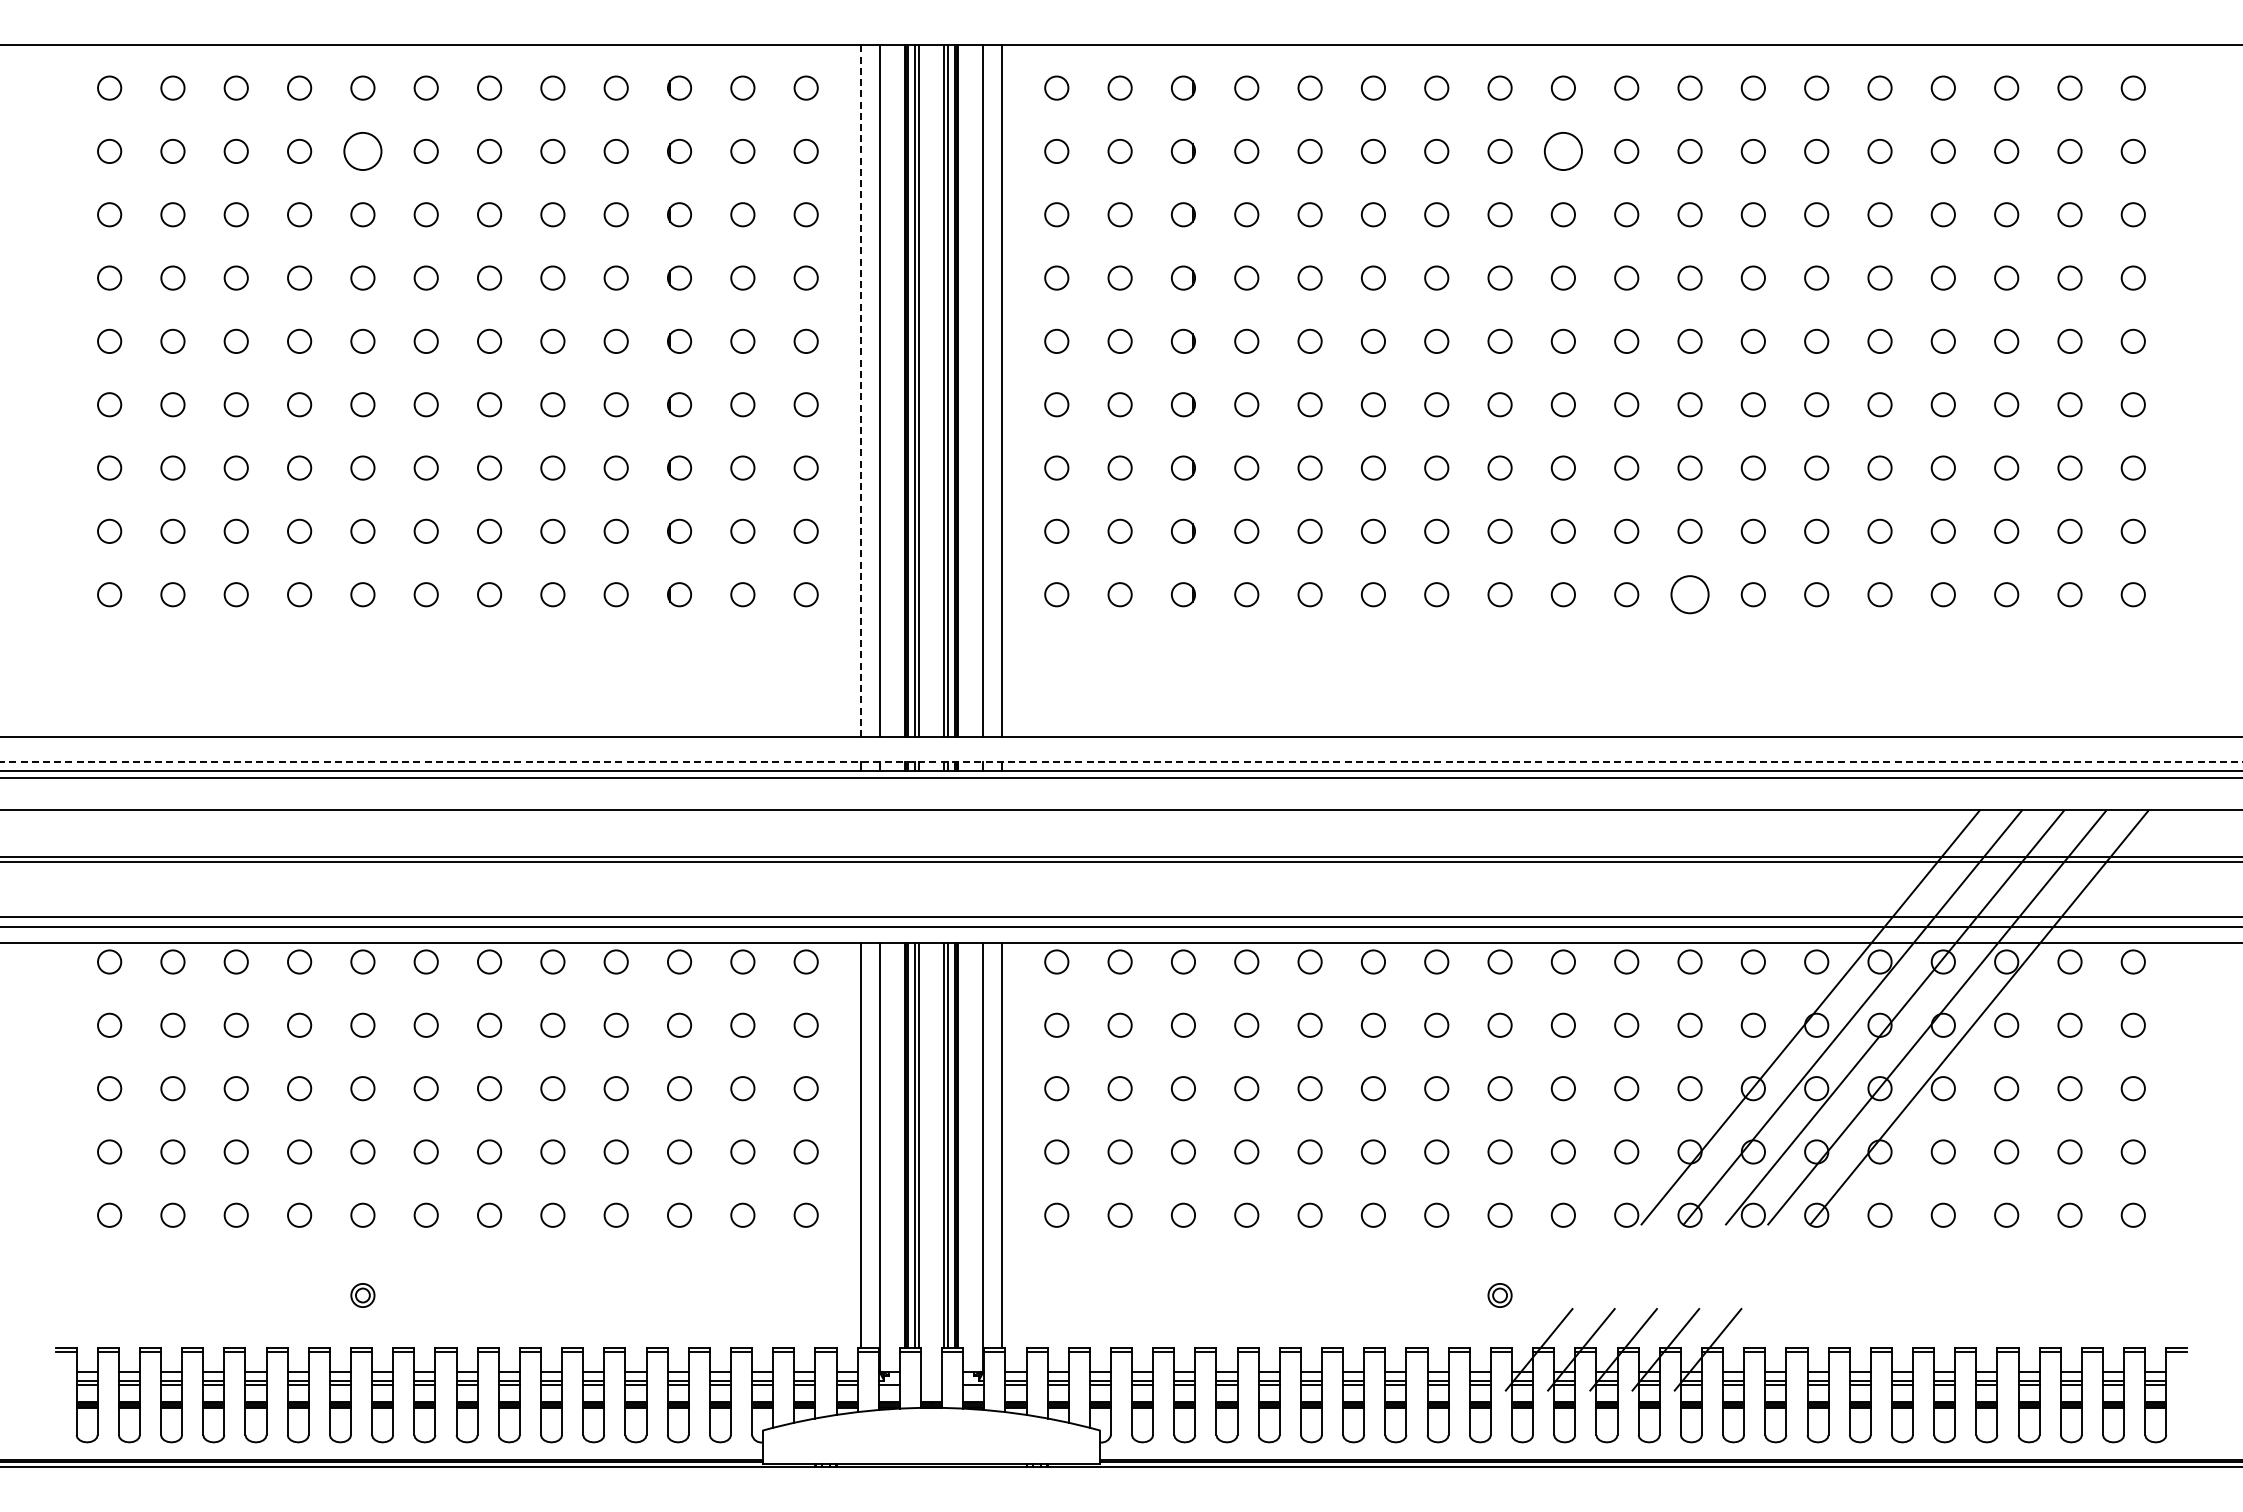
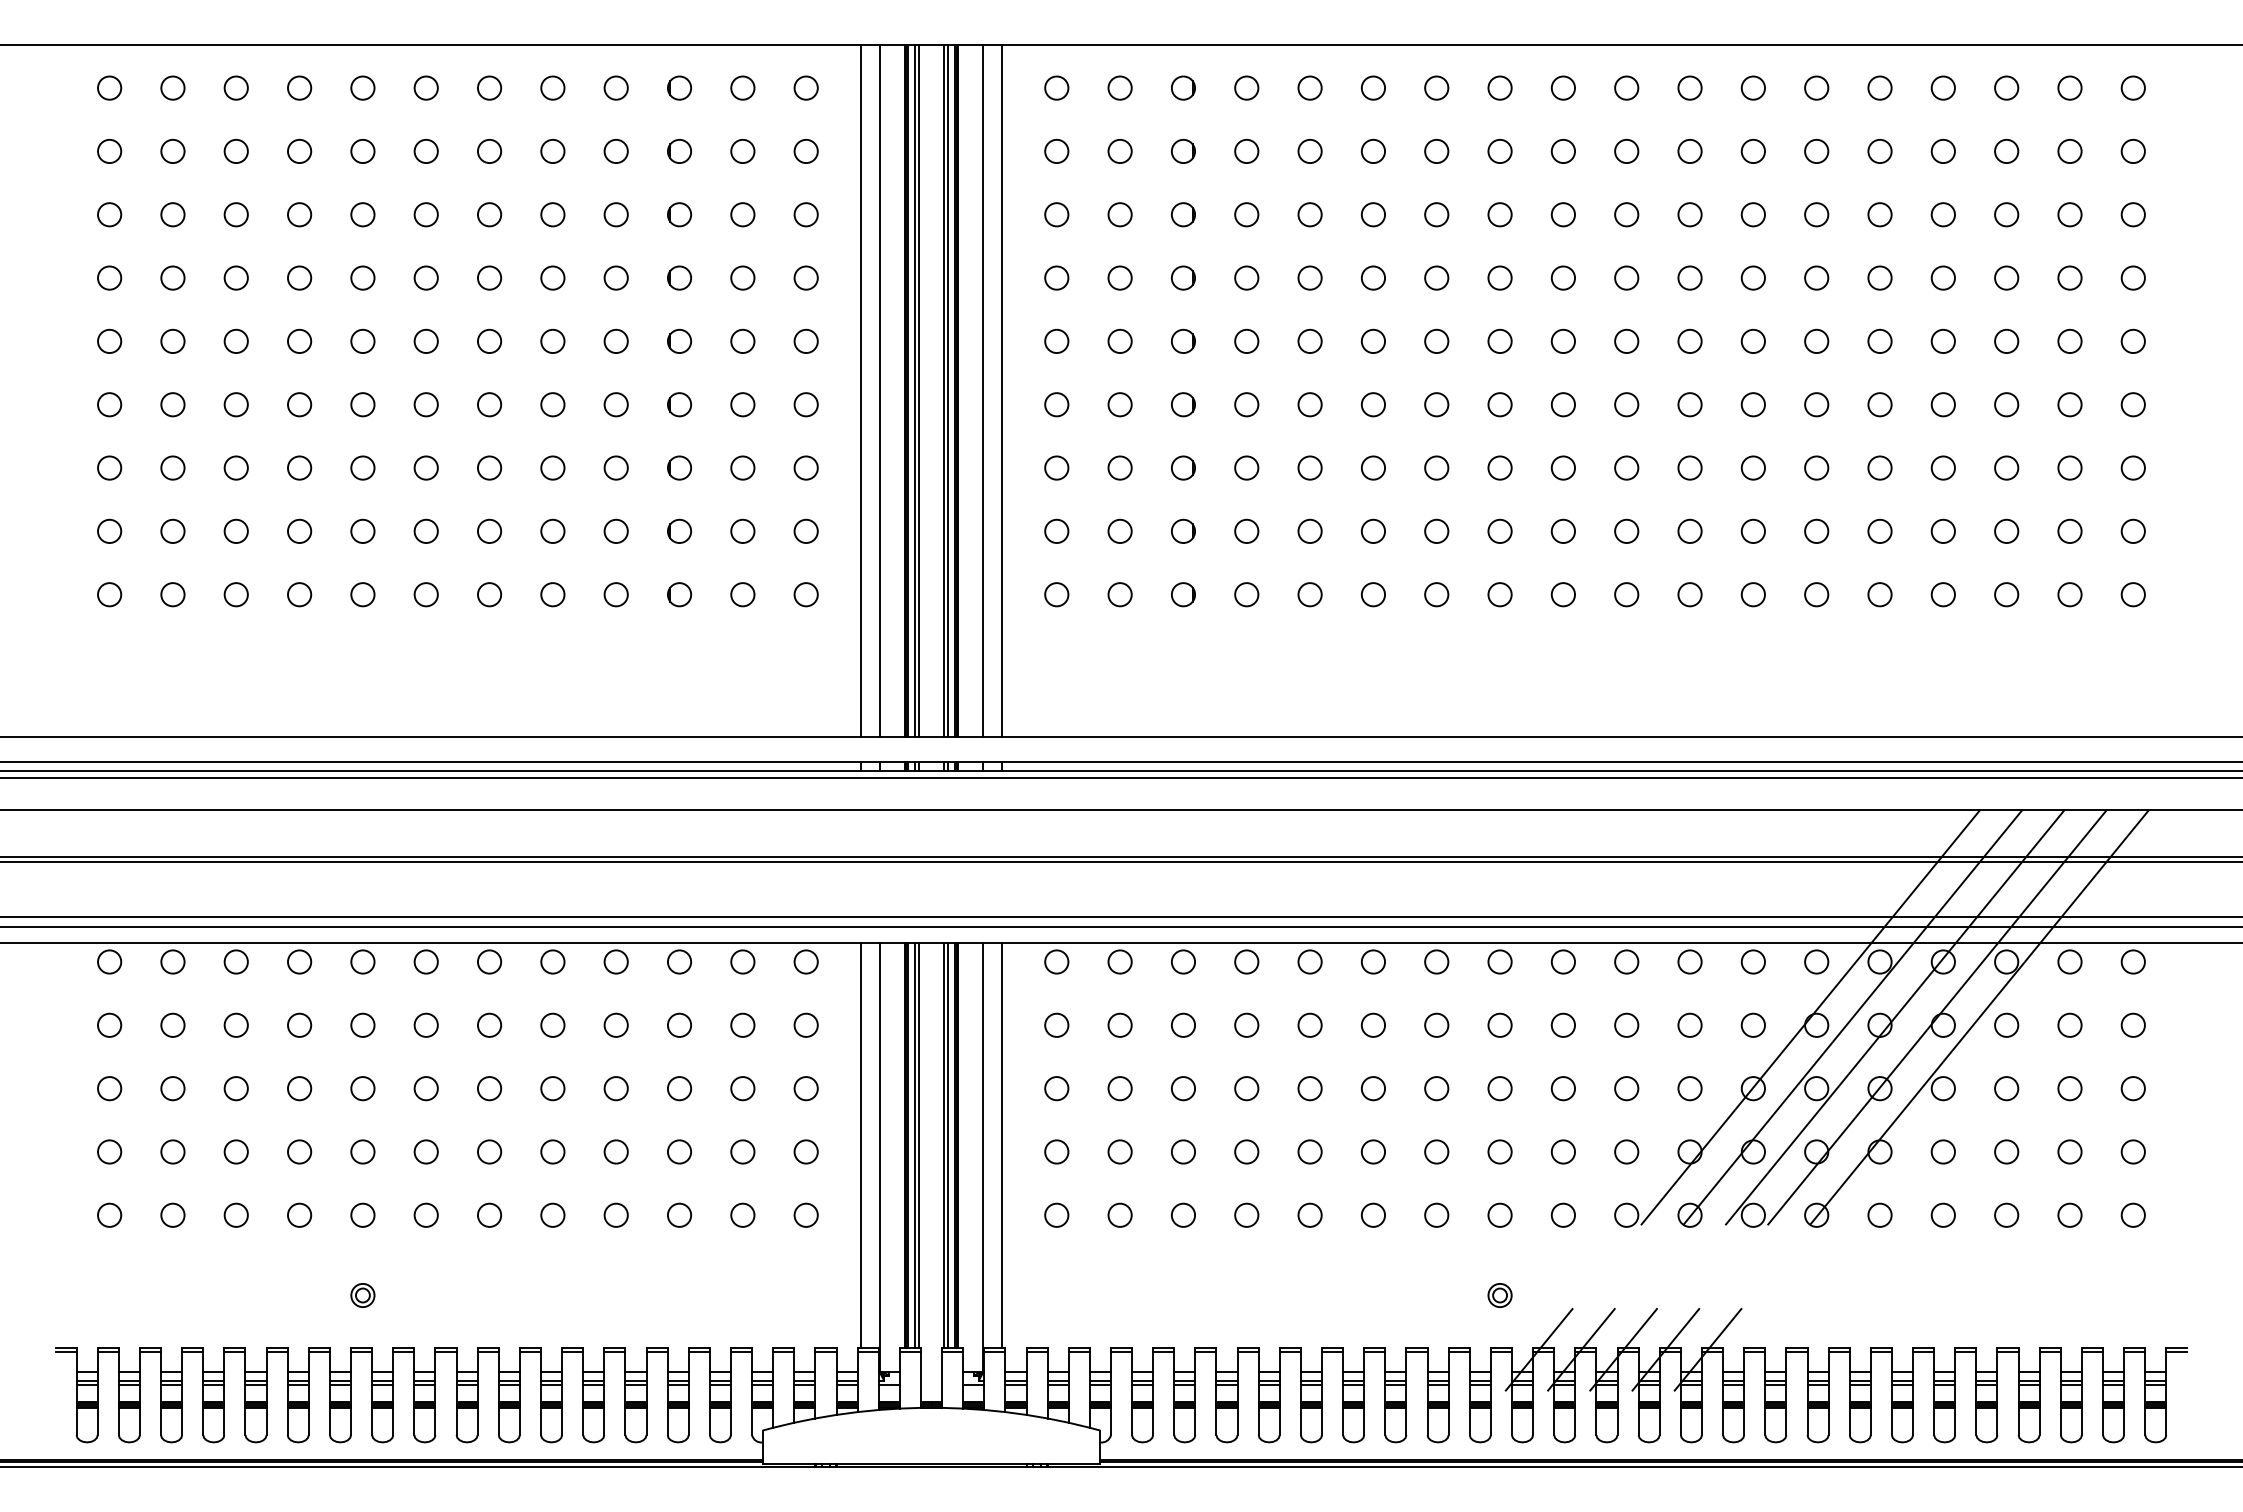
circle at (362, 151) diameter: 37 px -> 23 px
circle at (1562, 151) diameter: 37 px -> 23 px
line at (861, 391): dashed -> solid
circle at (1689, 594) diameter: 37 px -> 23 px
line at (1121, 762): dashed -> solid
